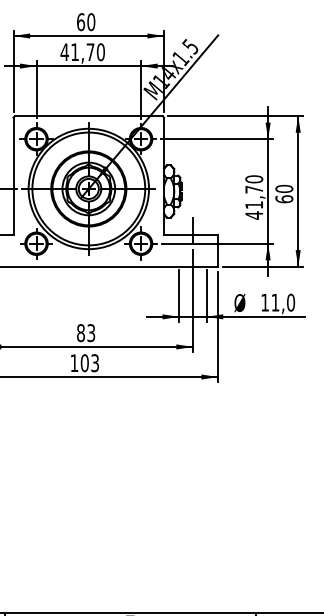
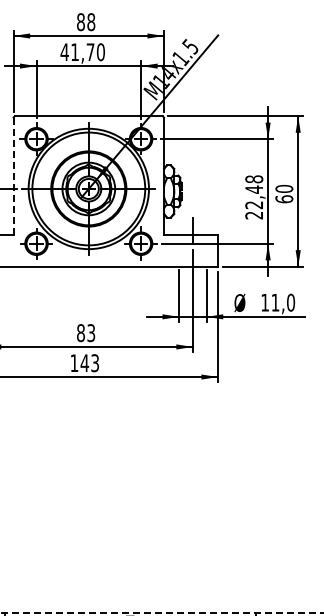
text at (86, 21): 60 -> 88
line at (13, 176): solid -> dashed
text at (253, 197): 41,70 -> 22,48
text at (84, 363): 103 -> 143
line at (161, 613): solid -> dashed
